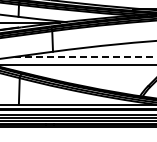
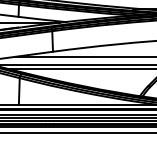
line at (85, 56): dashed -> solid
line at (81, 69): none -> present
line at (77, 133): none -> present
